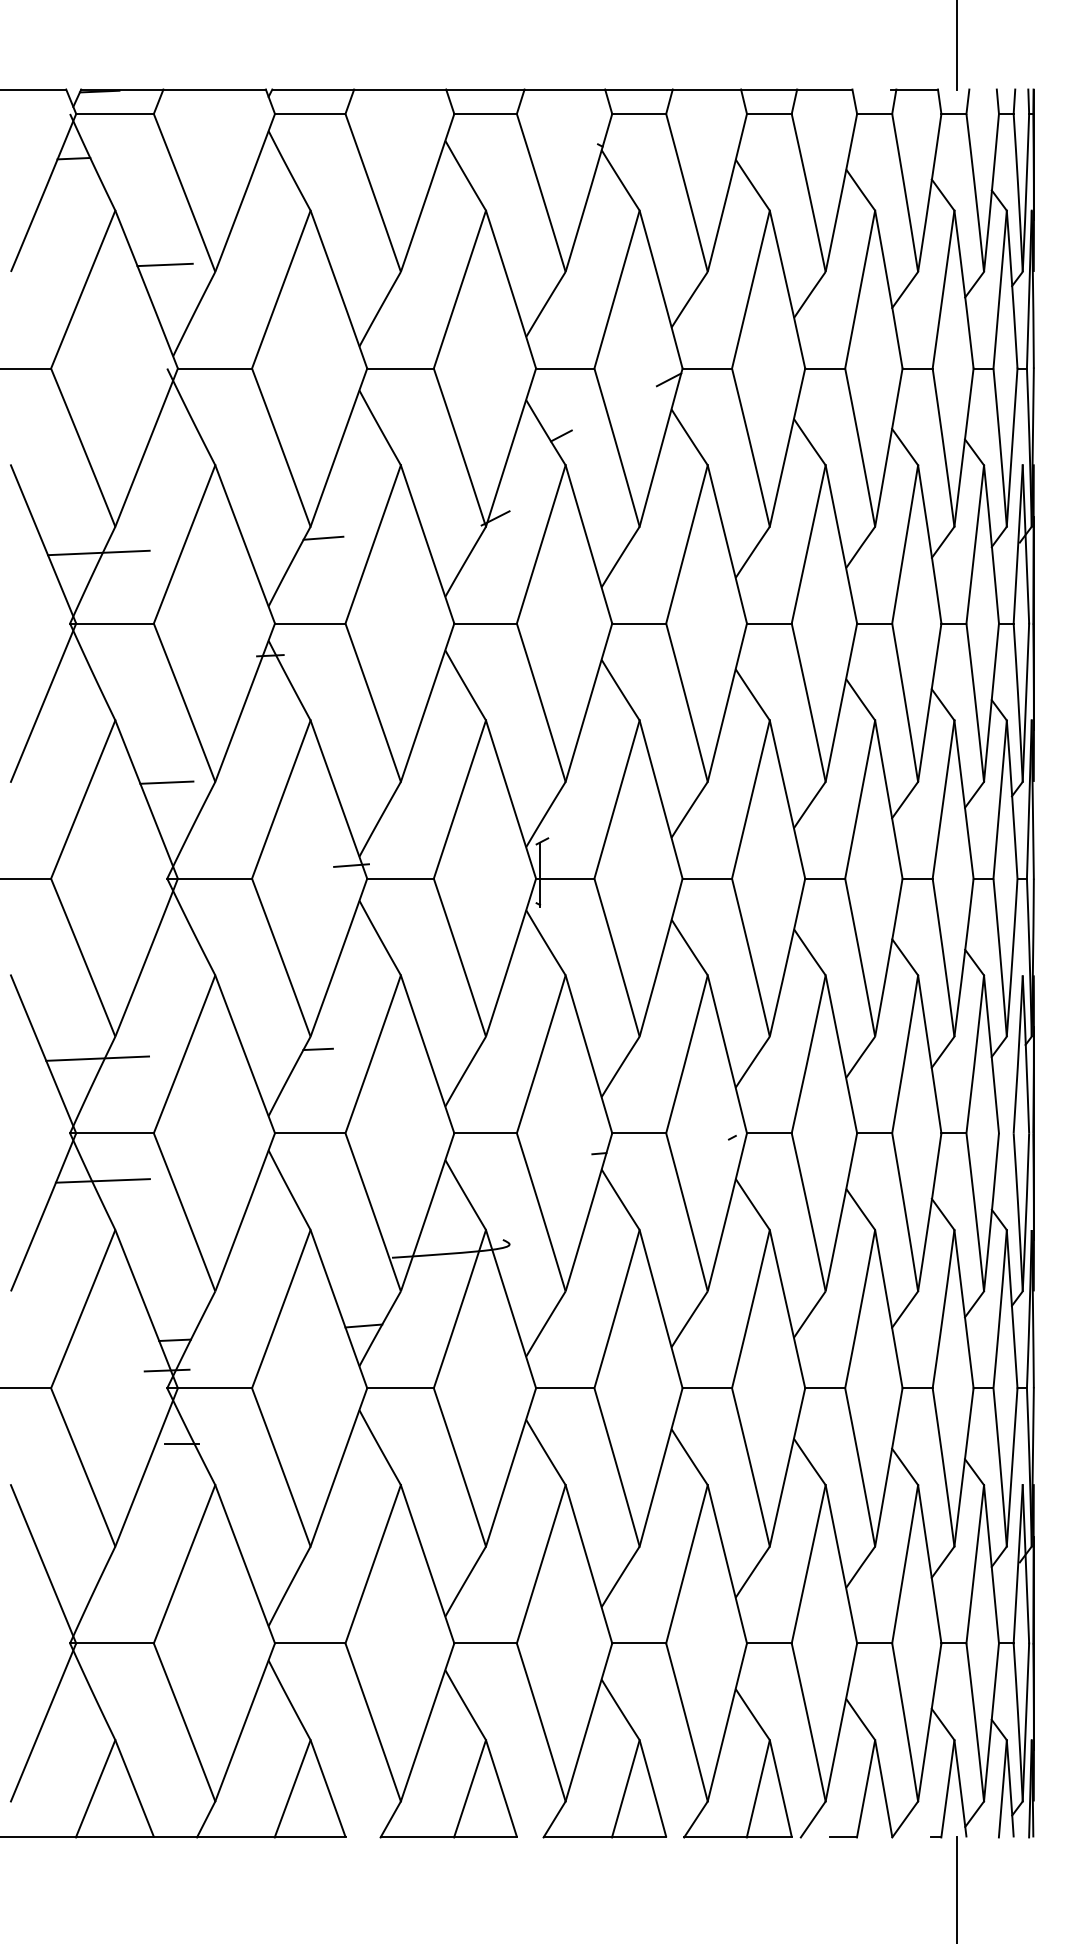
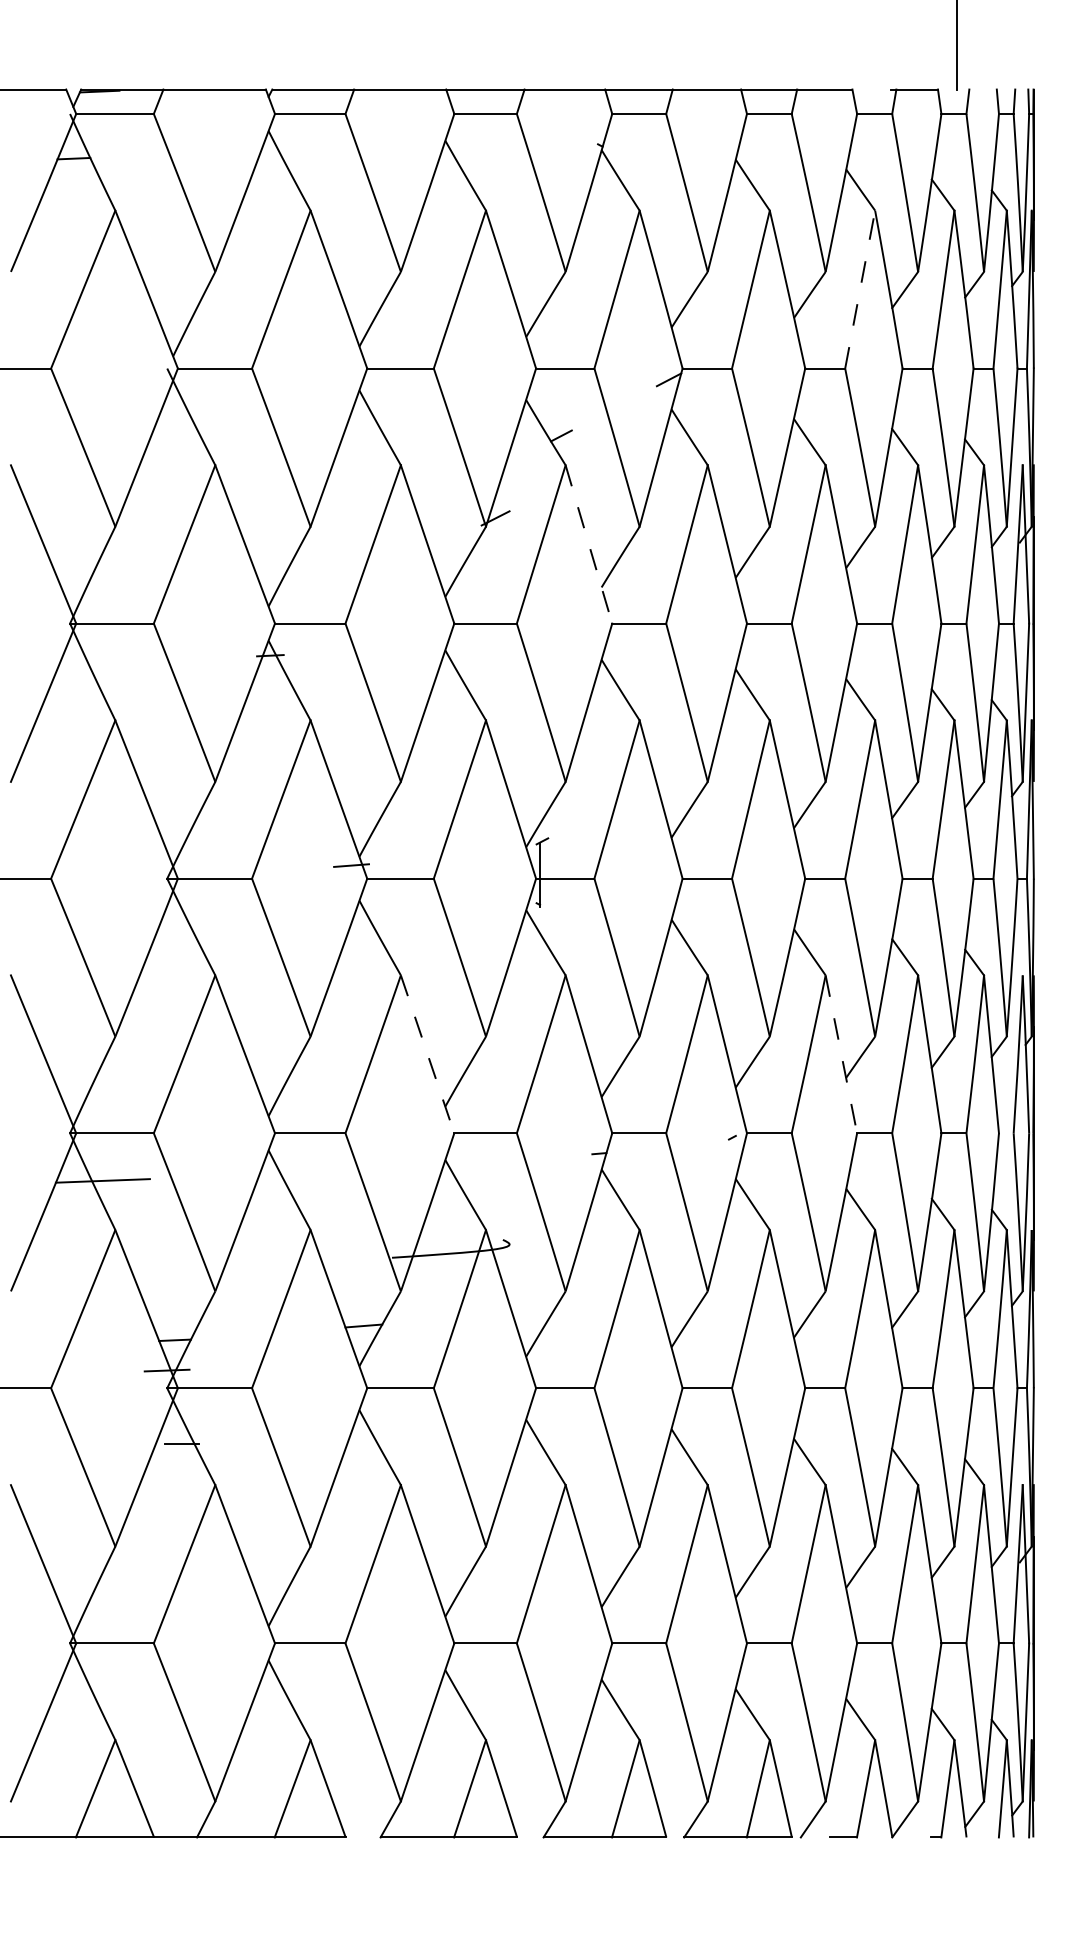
line at (164, 264): present -> none
line at (860, 289): solid -> dashed
line at (323, 537): present -> none
line at (588, 544): solid -> dashed
line at (98, 552): present -> none
line at (166, 782): present -> none
line at (317, 1049): present -> none
line at (427, 1054): solid -> dashed
line at (841, 1054): solid -> dashed
line at (97, 1058): present -> none
line at (957, 1888): present -> none
